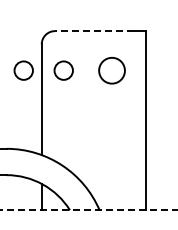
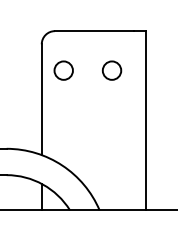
line at (94, 31): dashed -> solid
circle at (23, 70): present -> none
circle at (111, 70) size: 28x29 px -> 22x21 px
line at (89, 210): dashed -> solid
